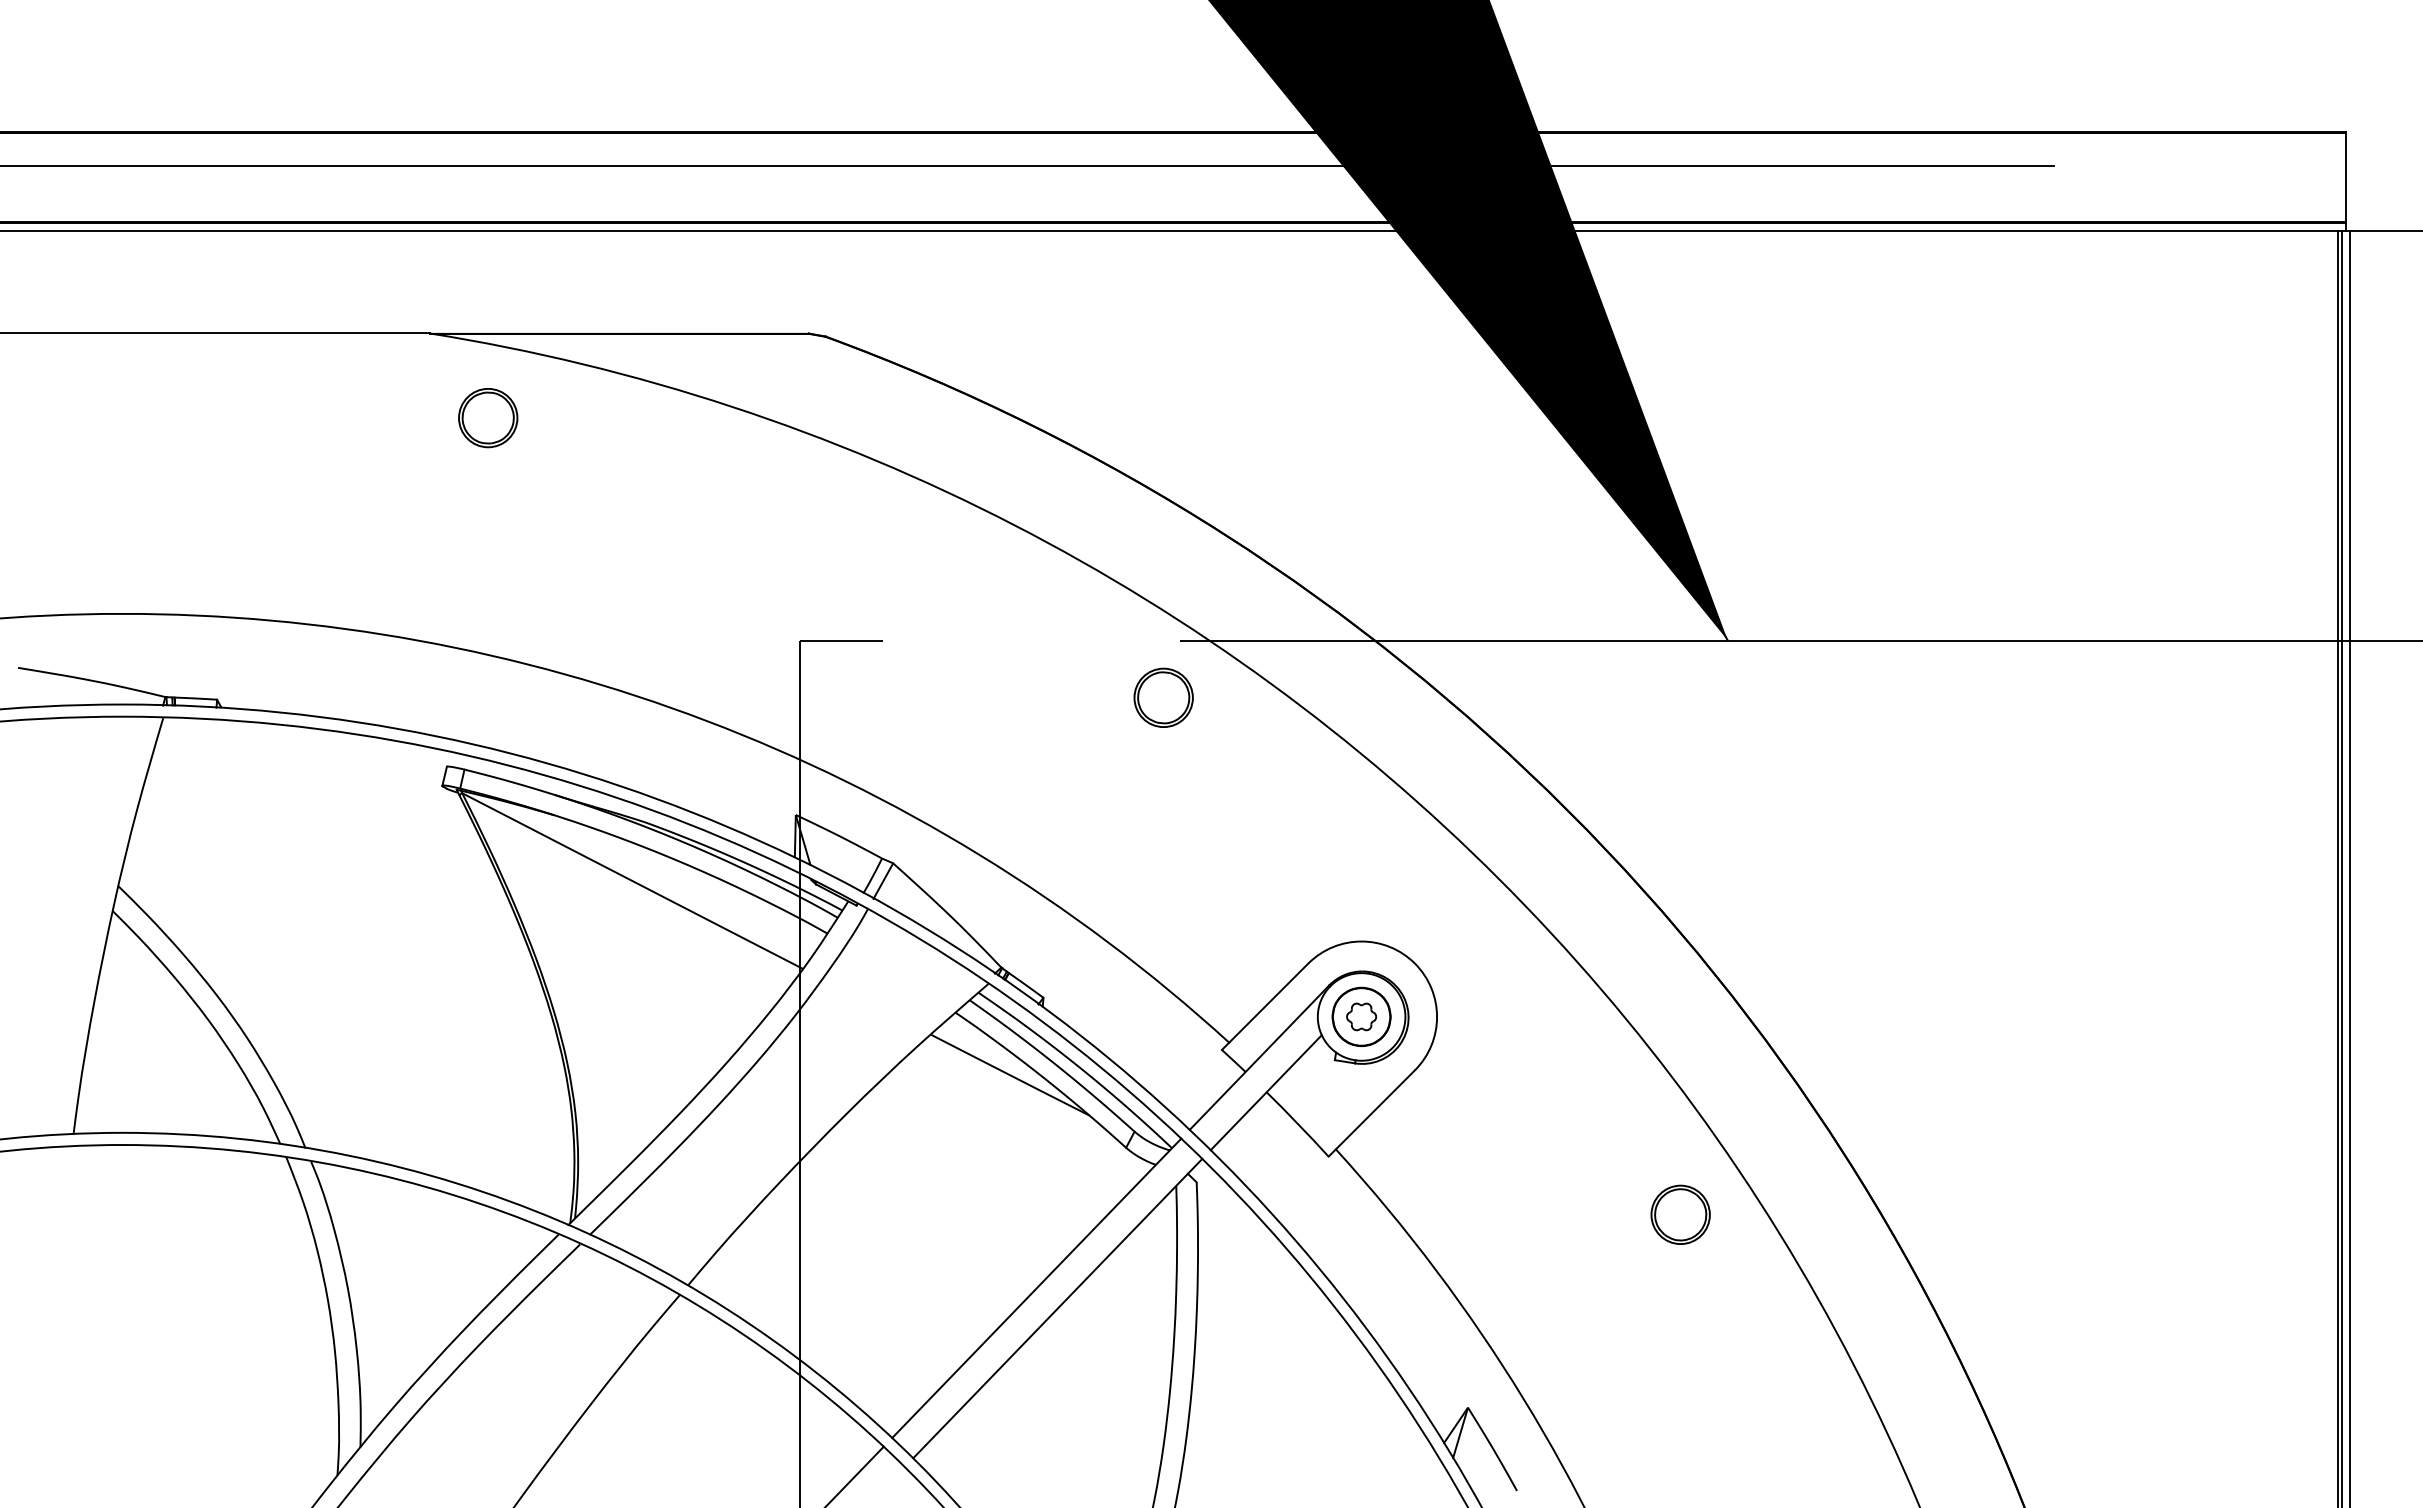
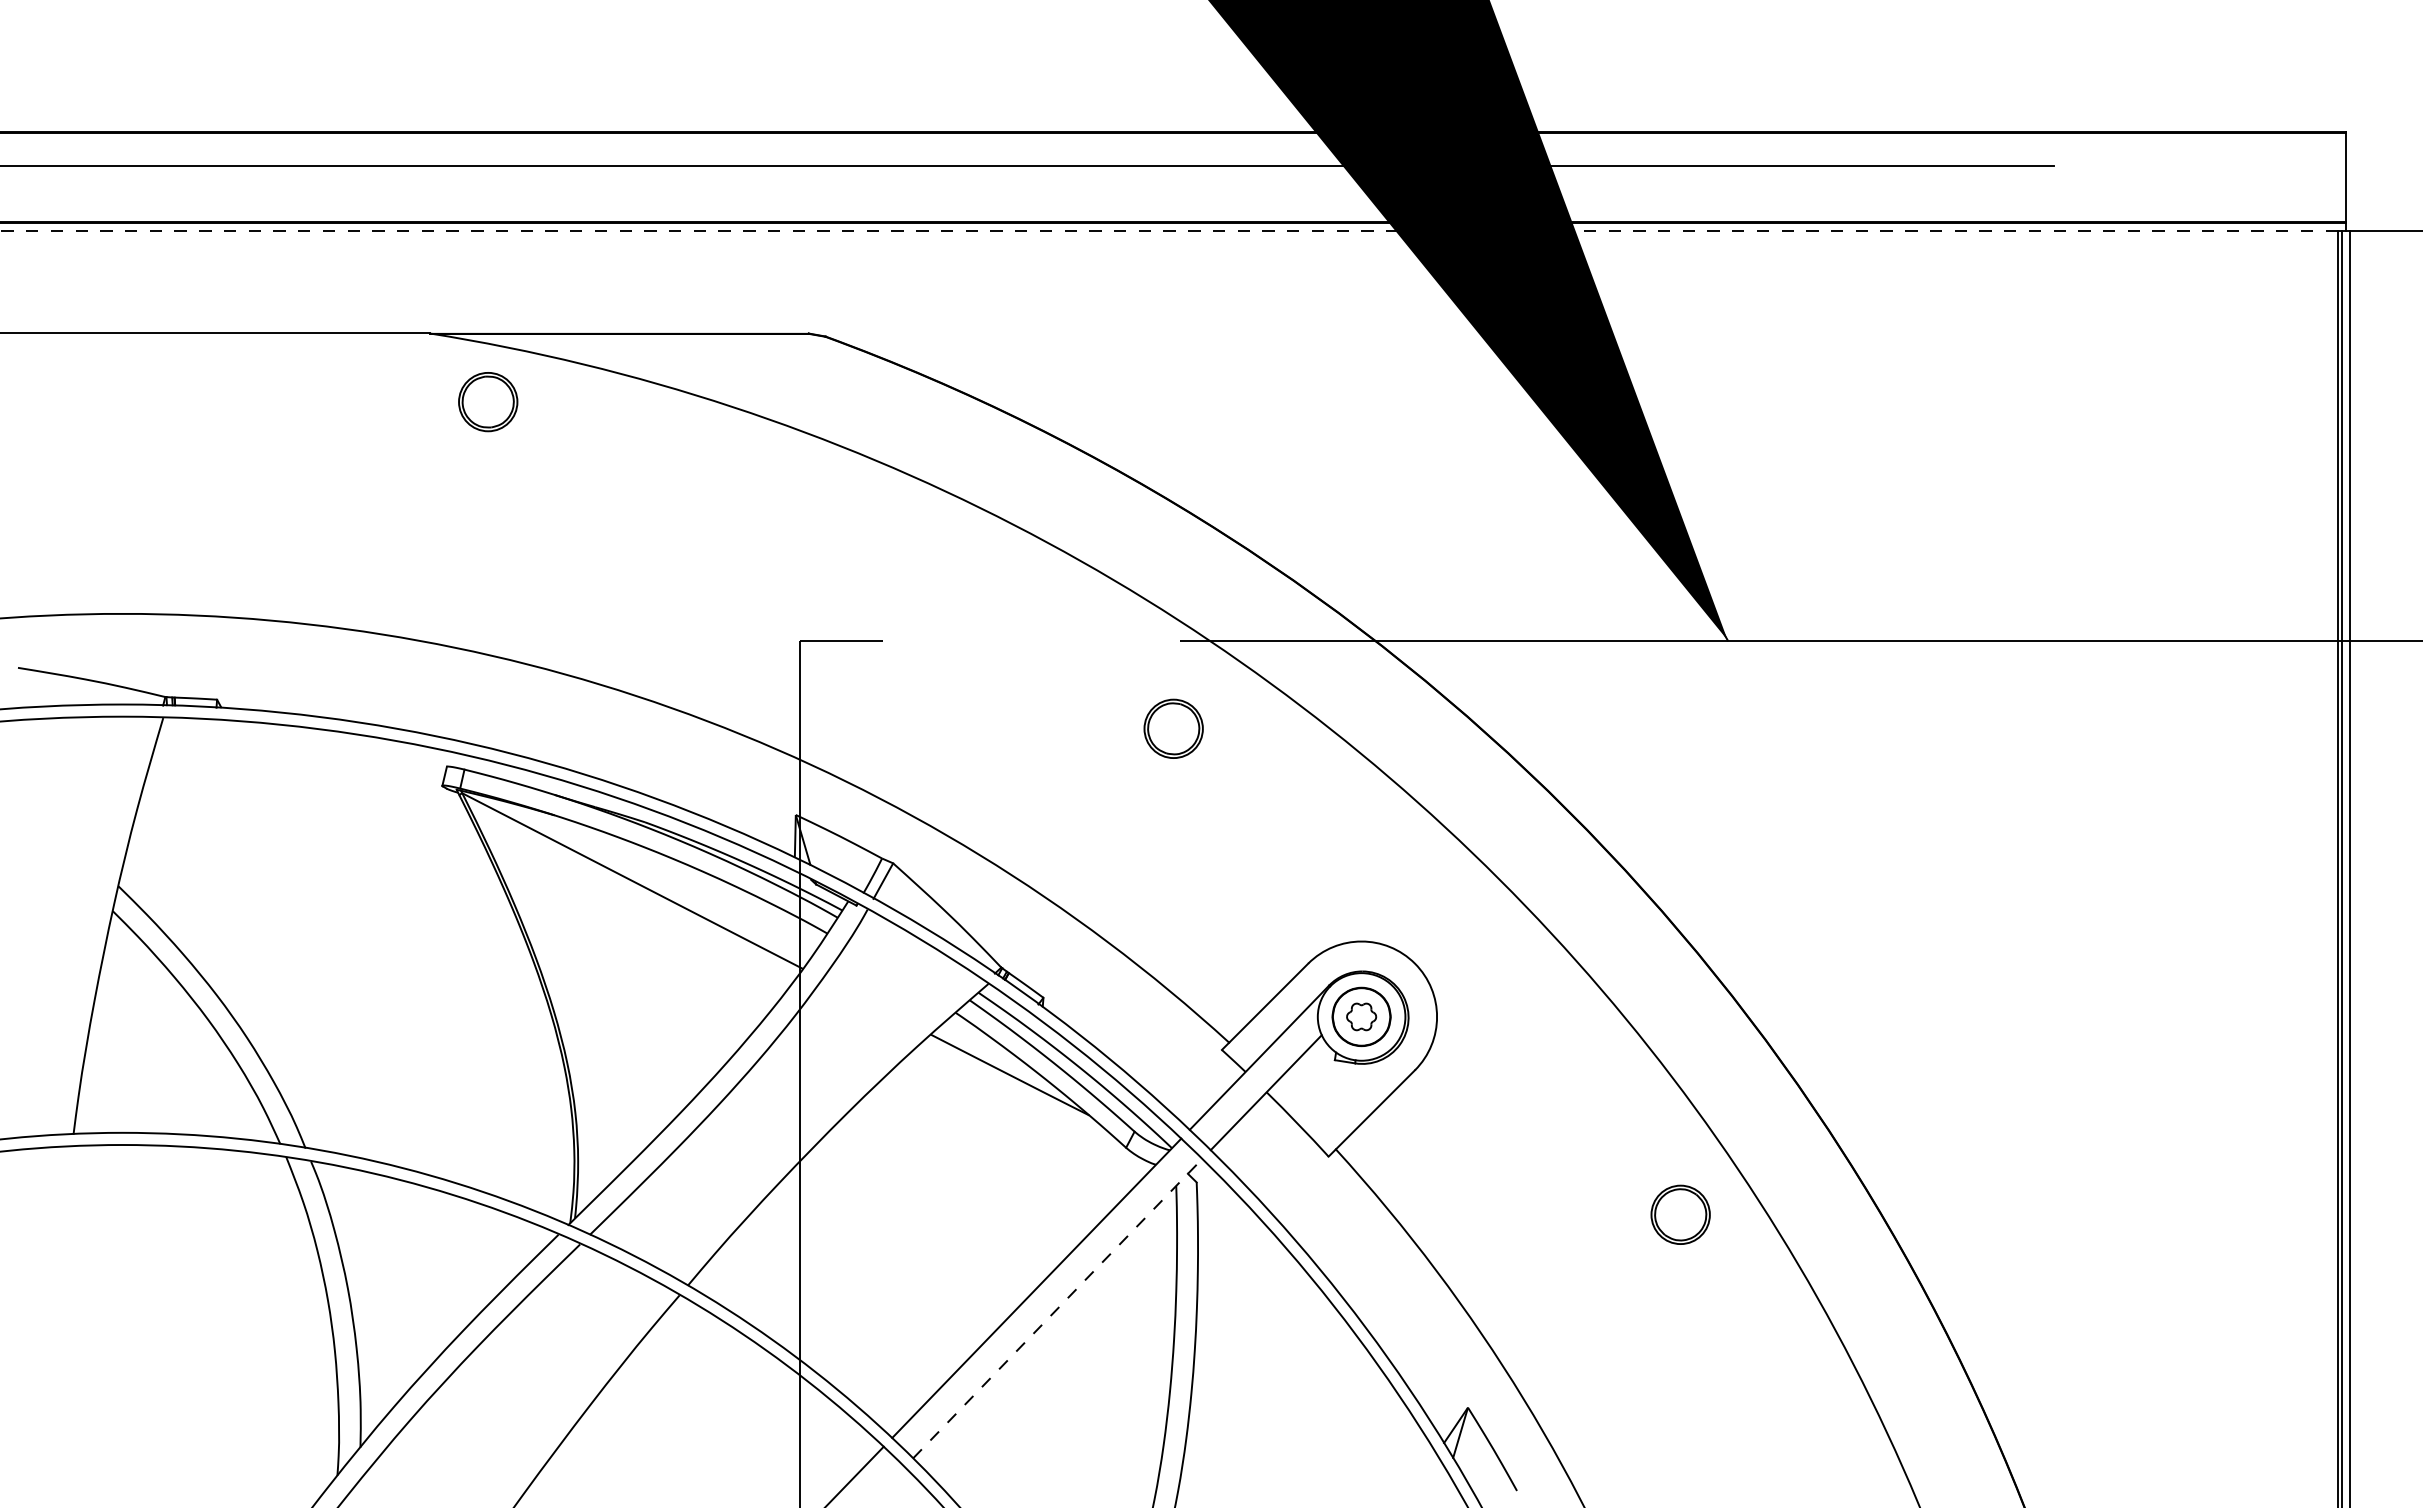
line at (1168, 231): solid -> dashed
part at (488, 418) position: (488, 418) -> (488, 402)
part at (1163, 697) position: (1163, 697) -> (1173, 728)
line at (1058, 1308): solid -> dashed
